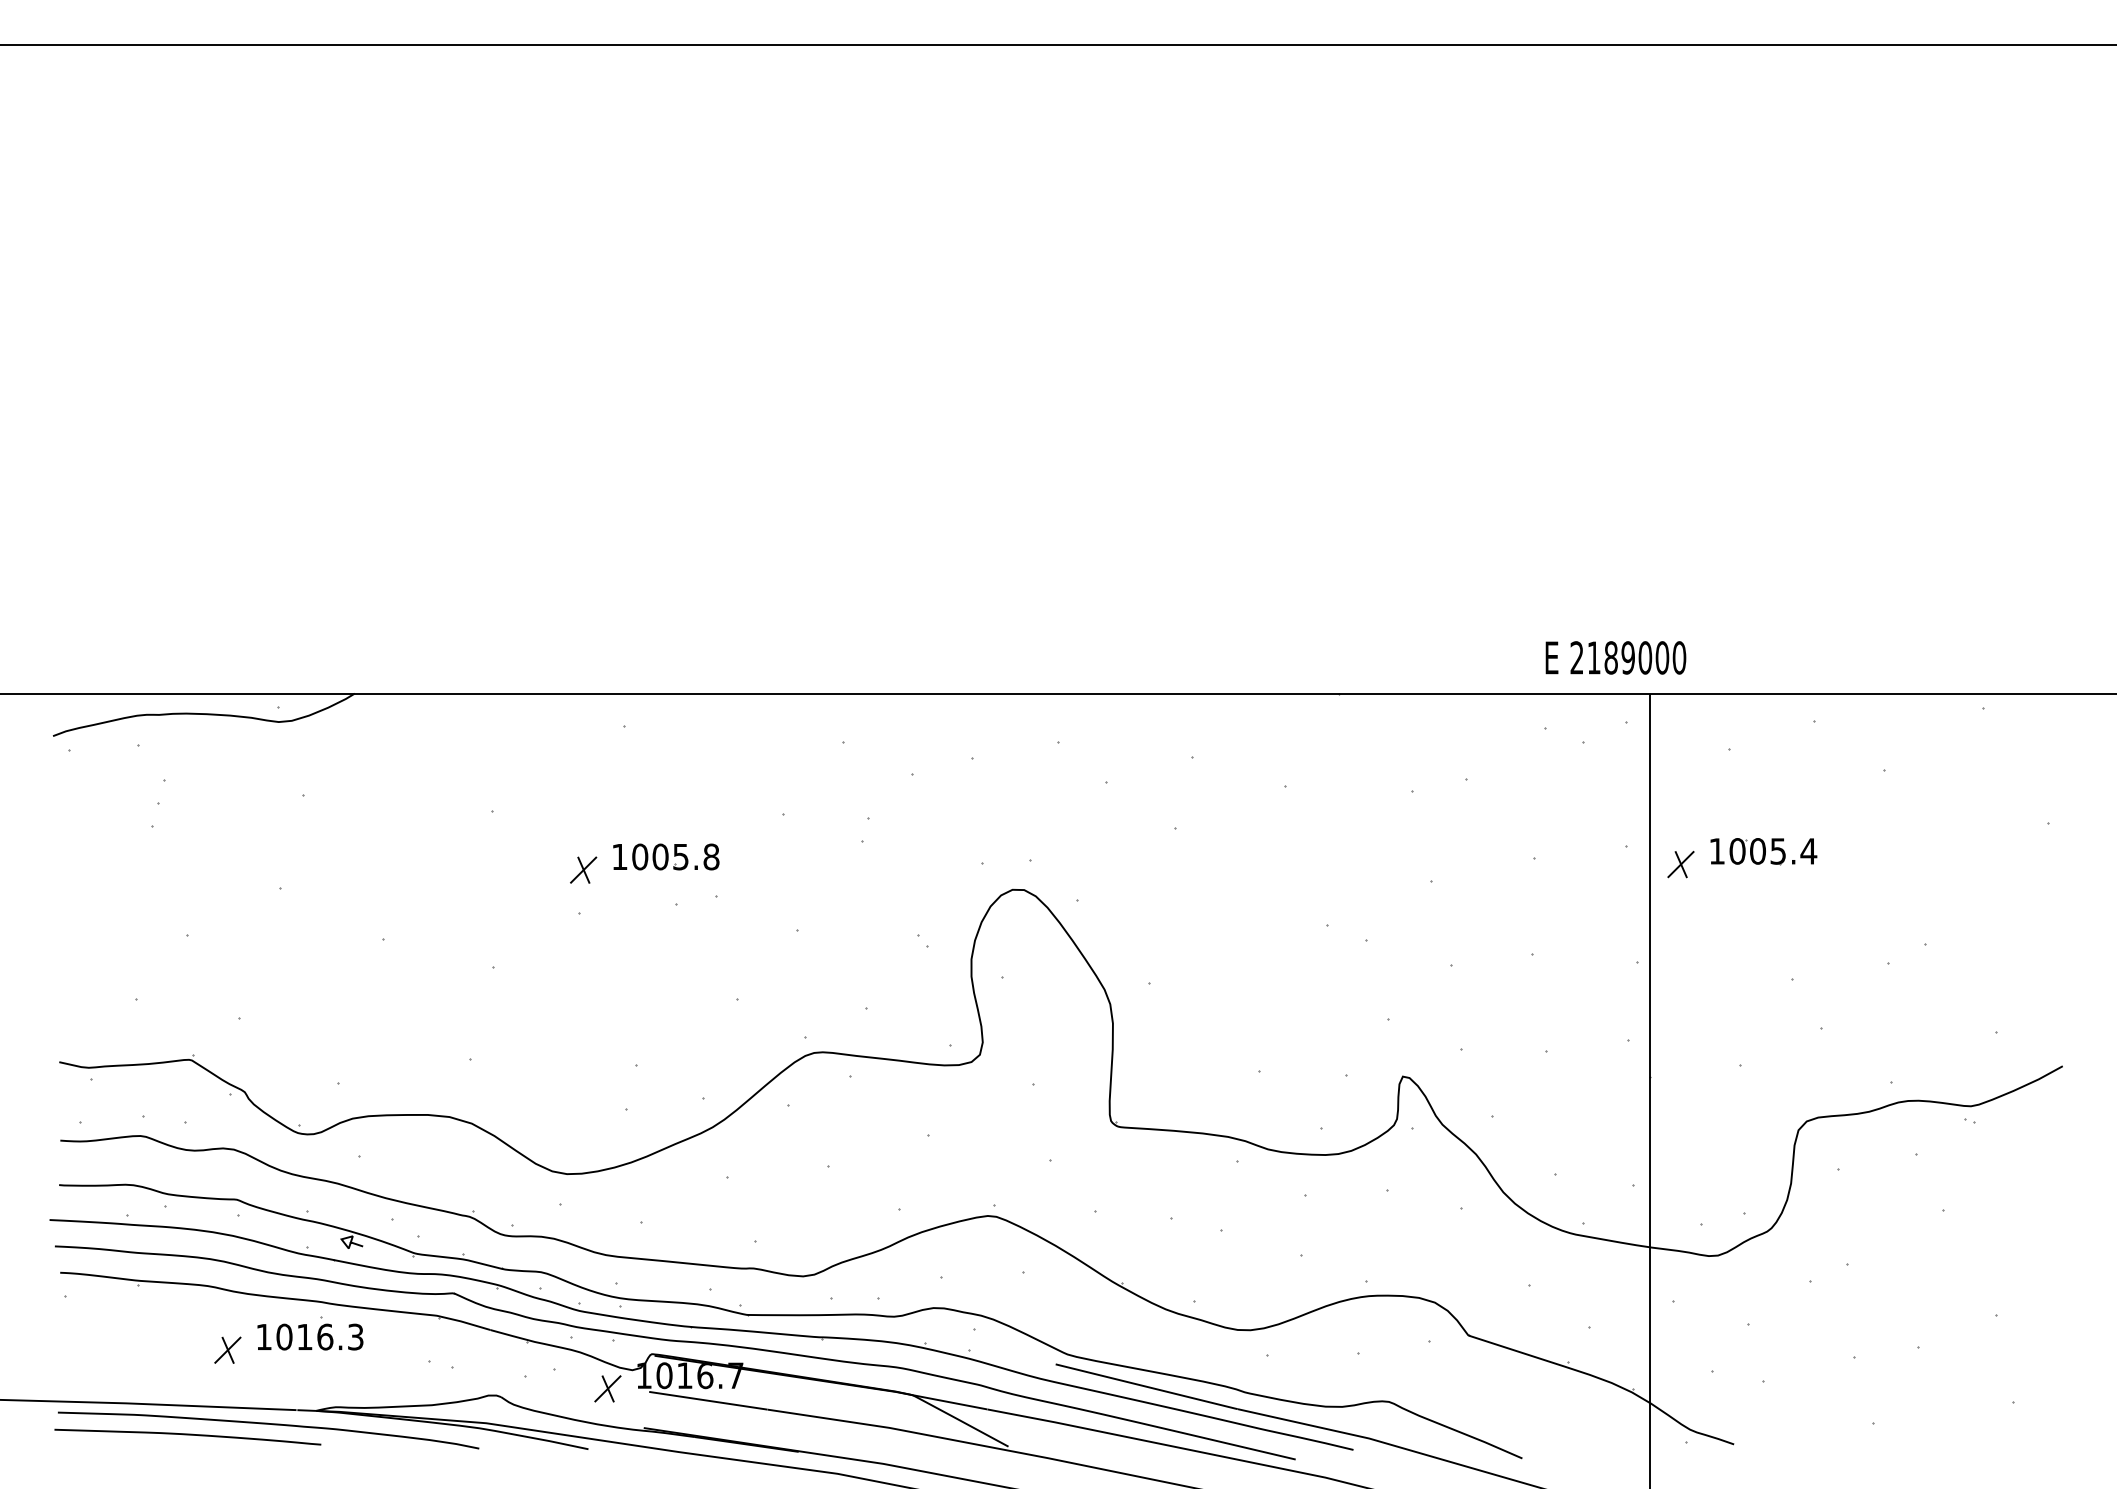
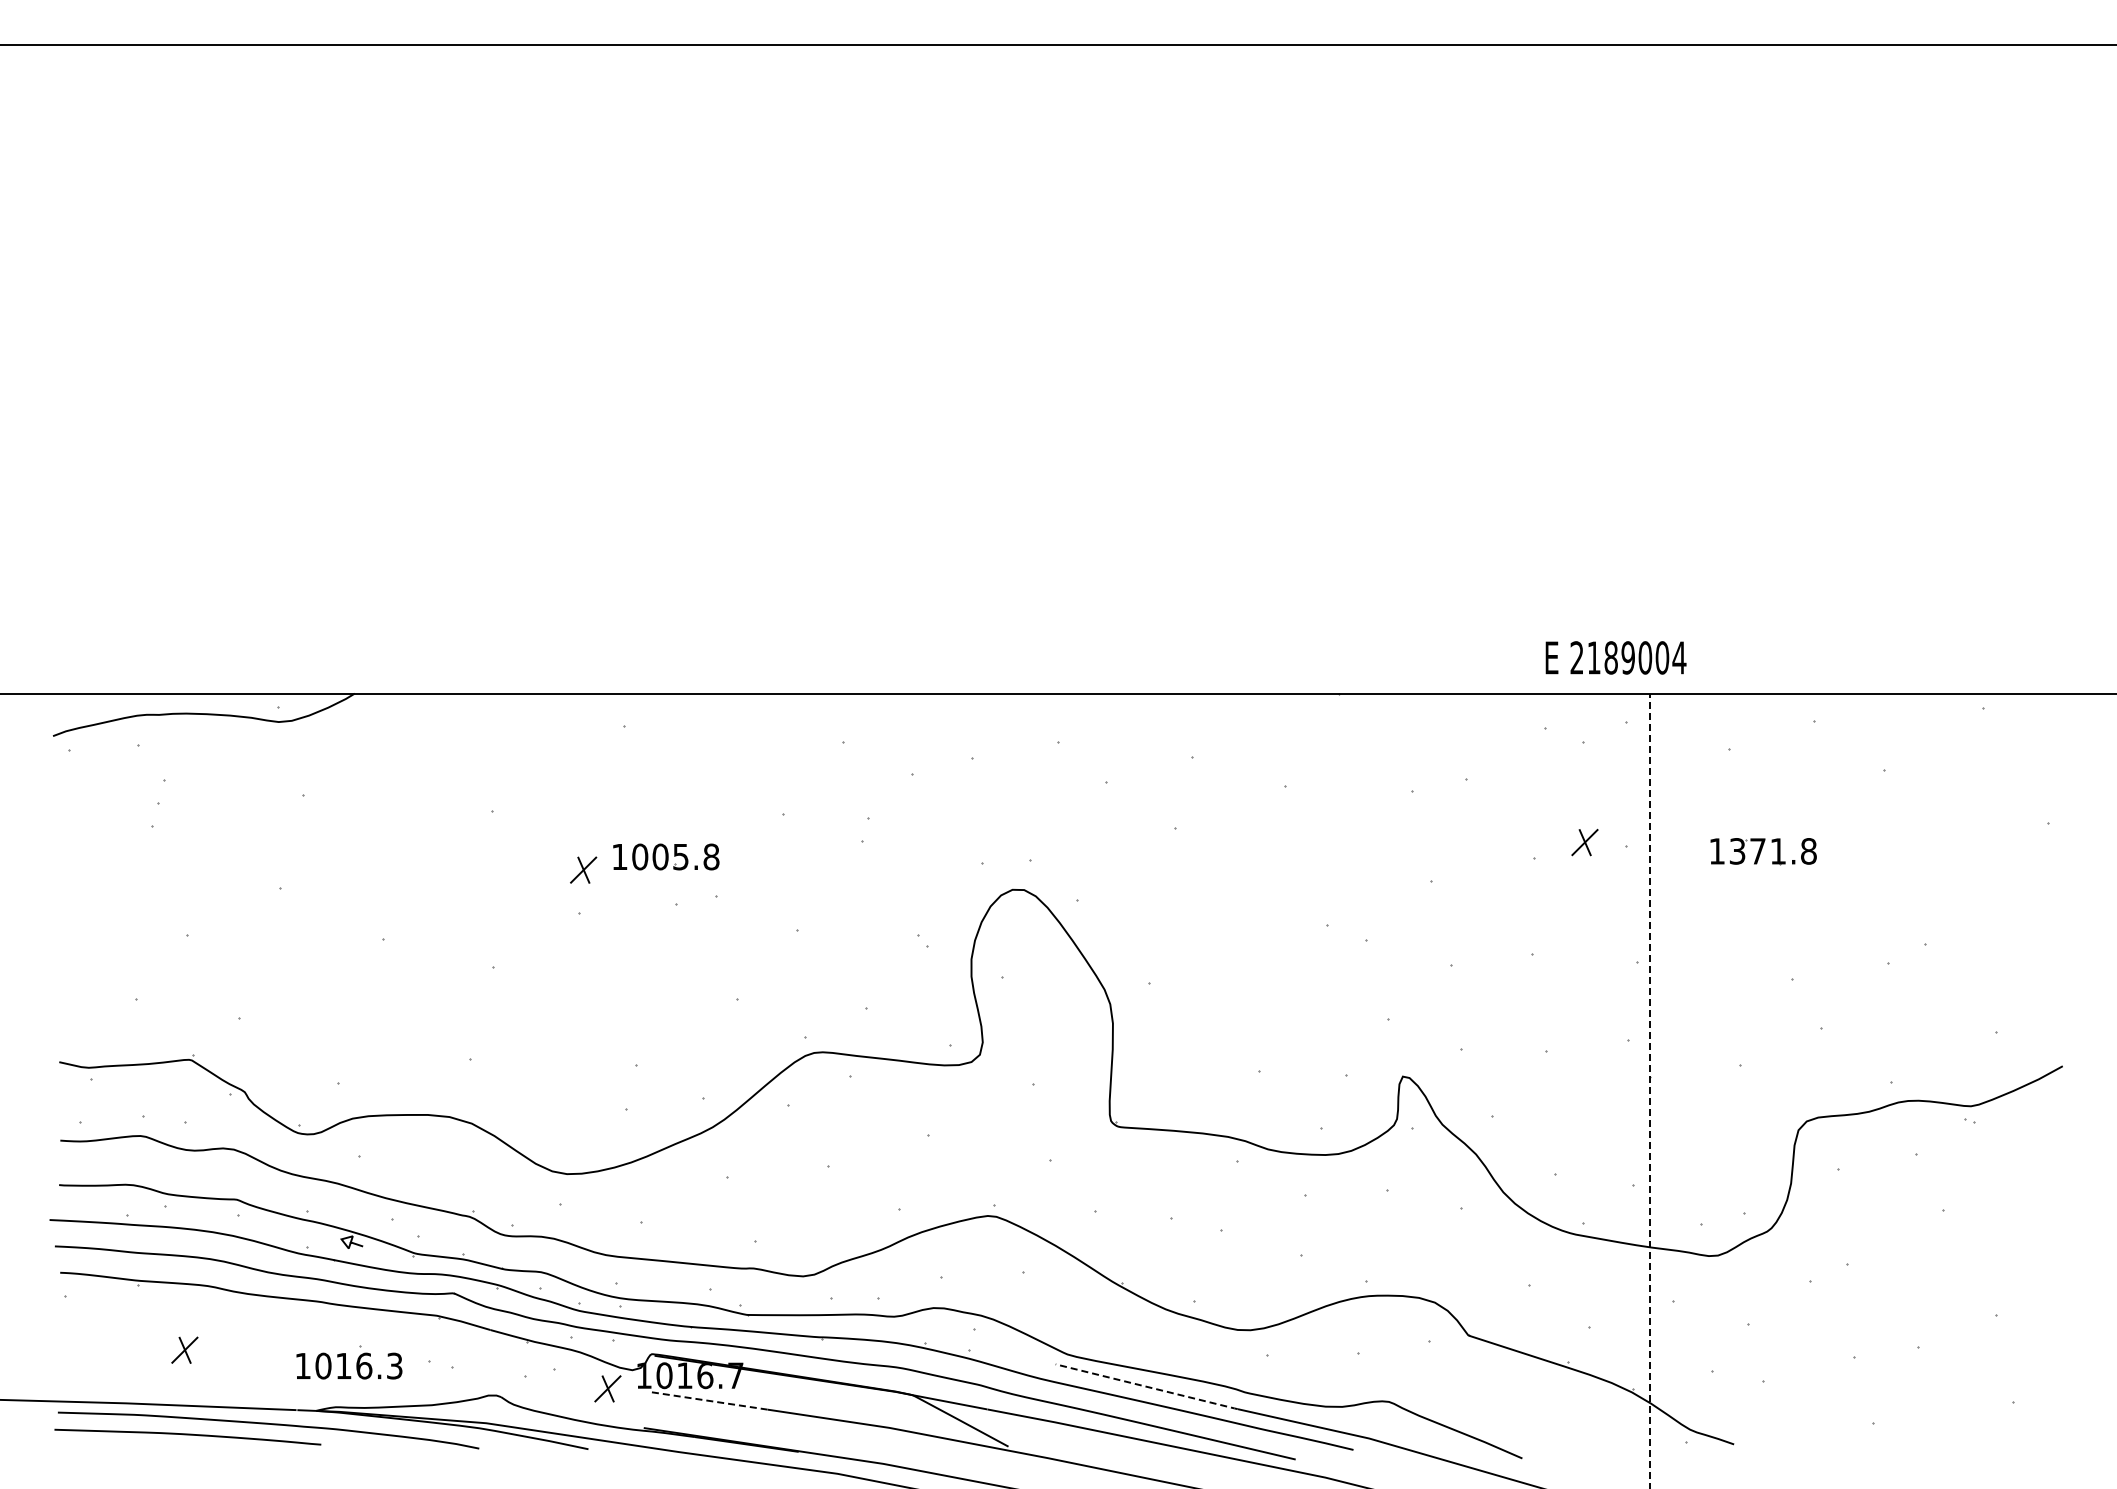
text at (1679, 657): 2189000 -> 2189004
text at (1773, 851): 1005.4 -> 1371.8
part at (1680, 864) position: (1680, 864) -> (1584, 842)
line at (1649, 1091): solid -> dashed
part at (310, 1333) position: (310, 1333) -> (349, 1362)
part at (227, 1349) position: (227, 1349) -> (184, 1349)
line at (1147, 1386): solid -> dashed
line at (708, 1400): solid -> dashed
